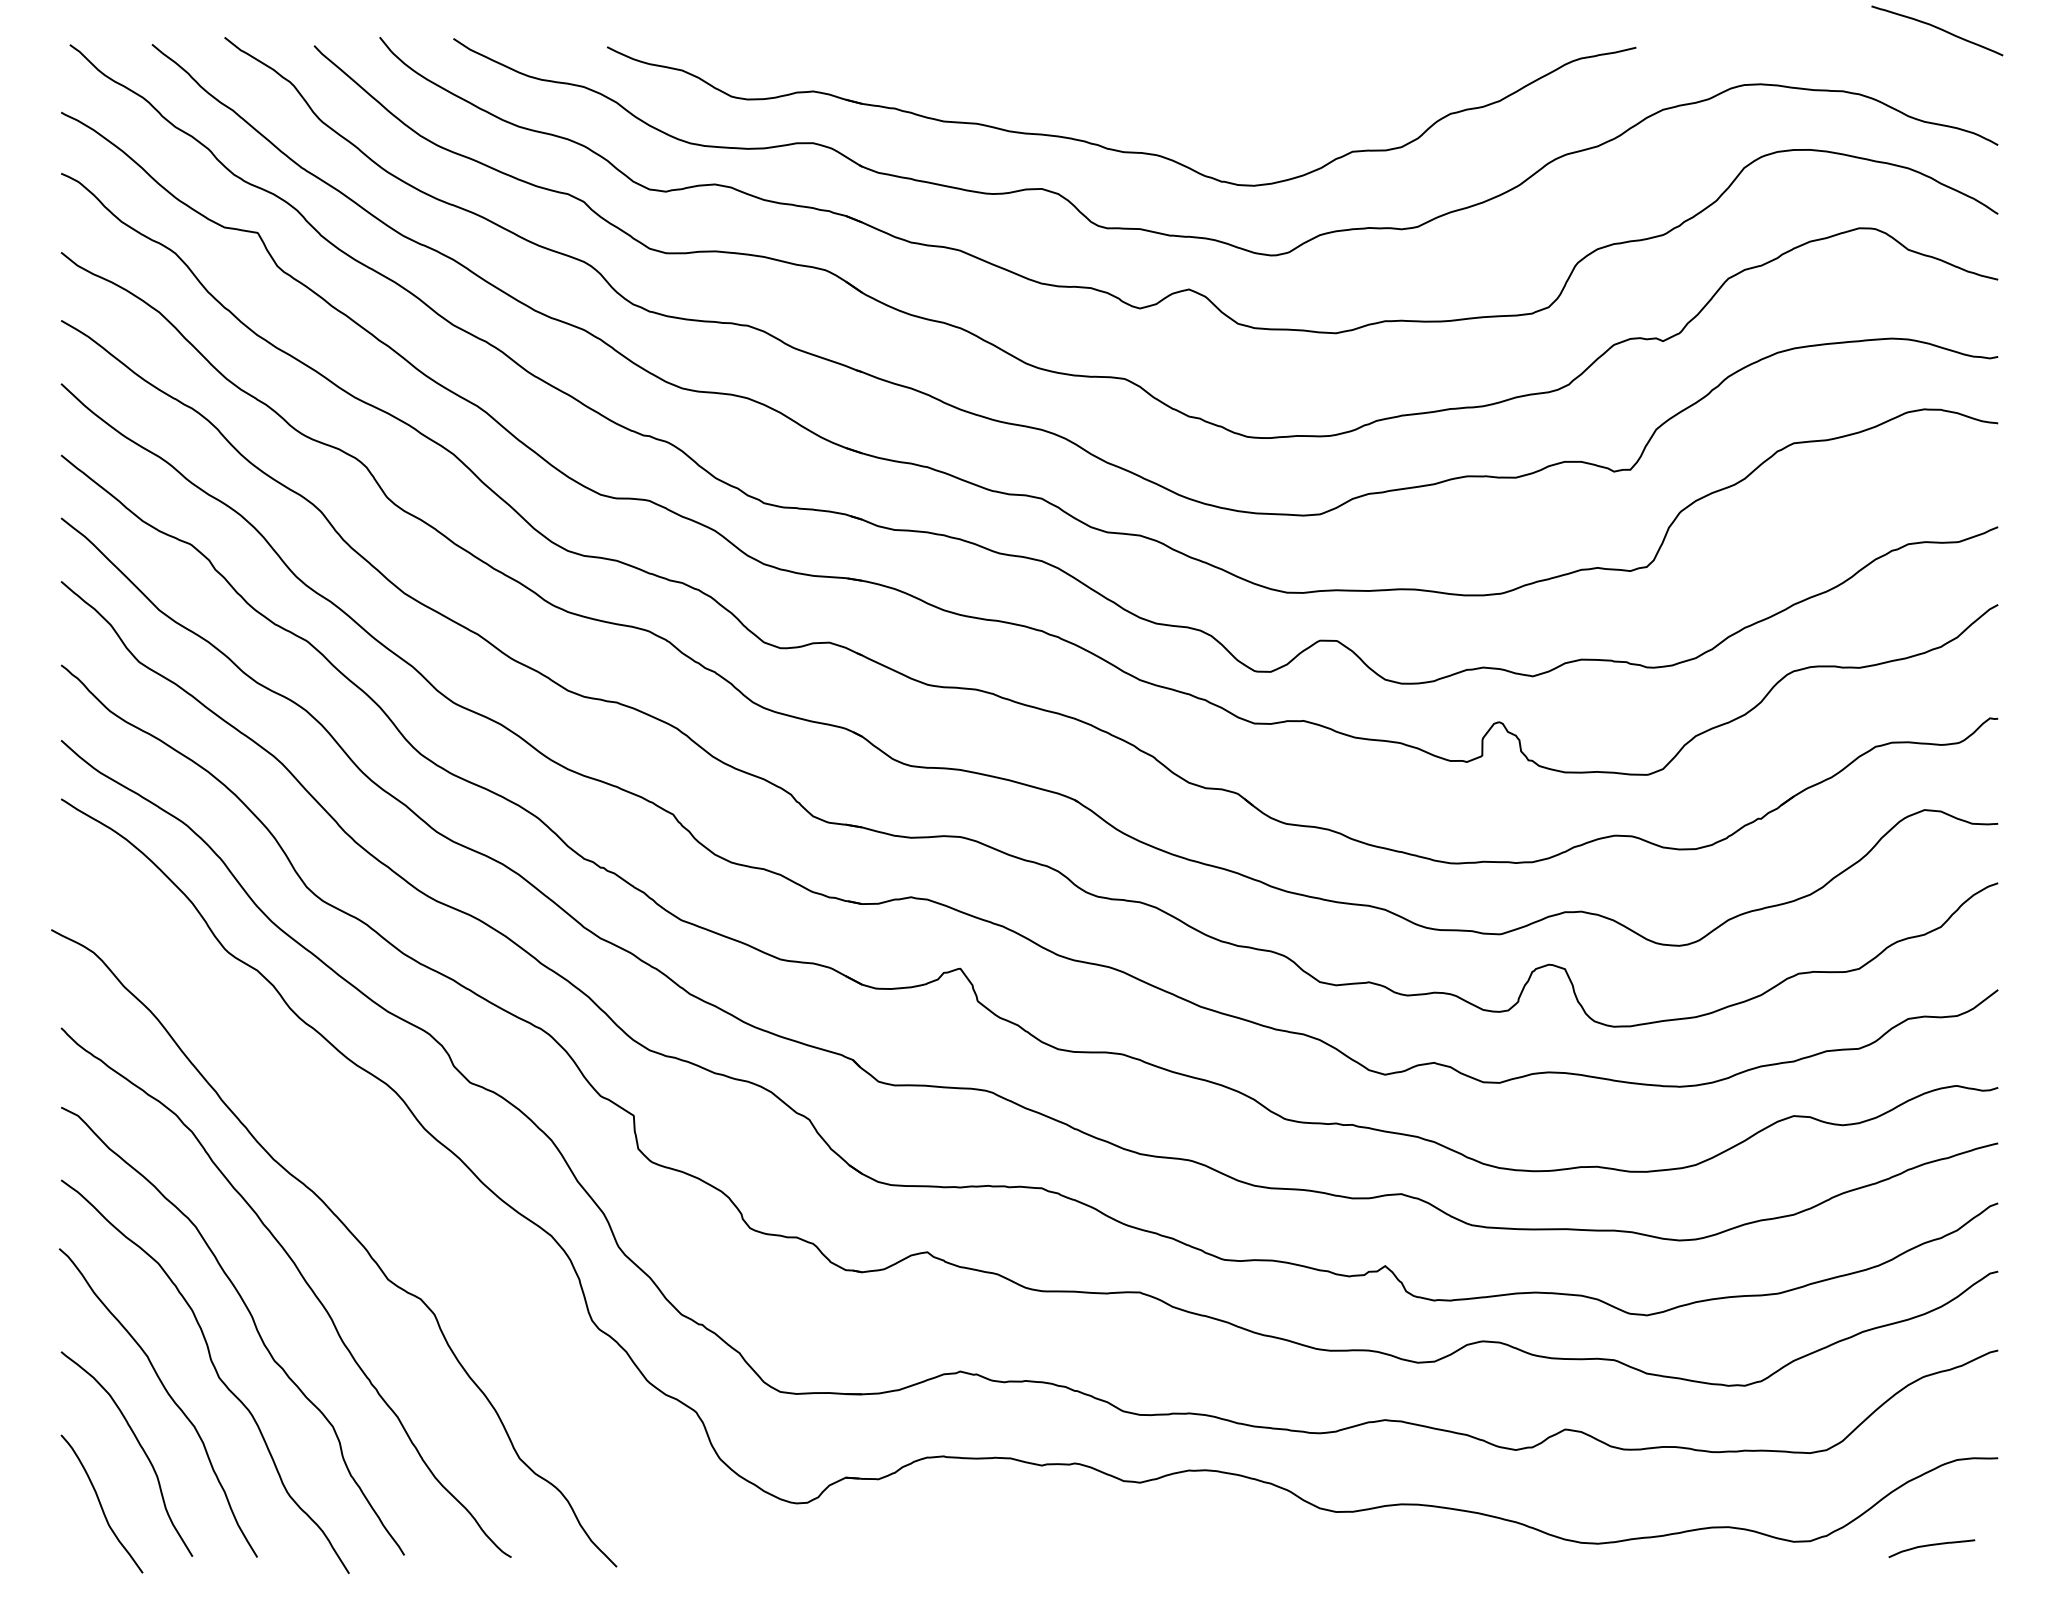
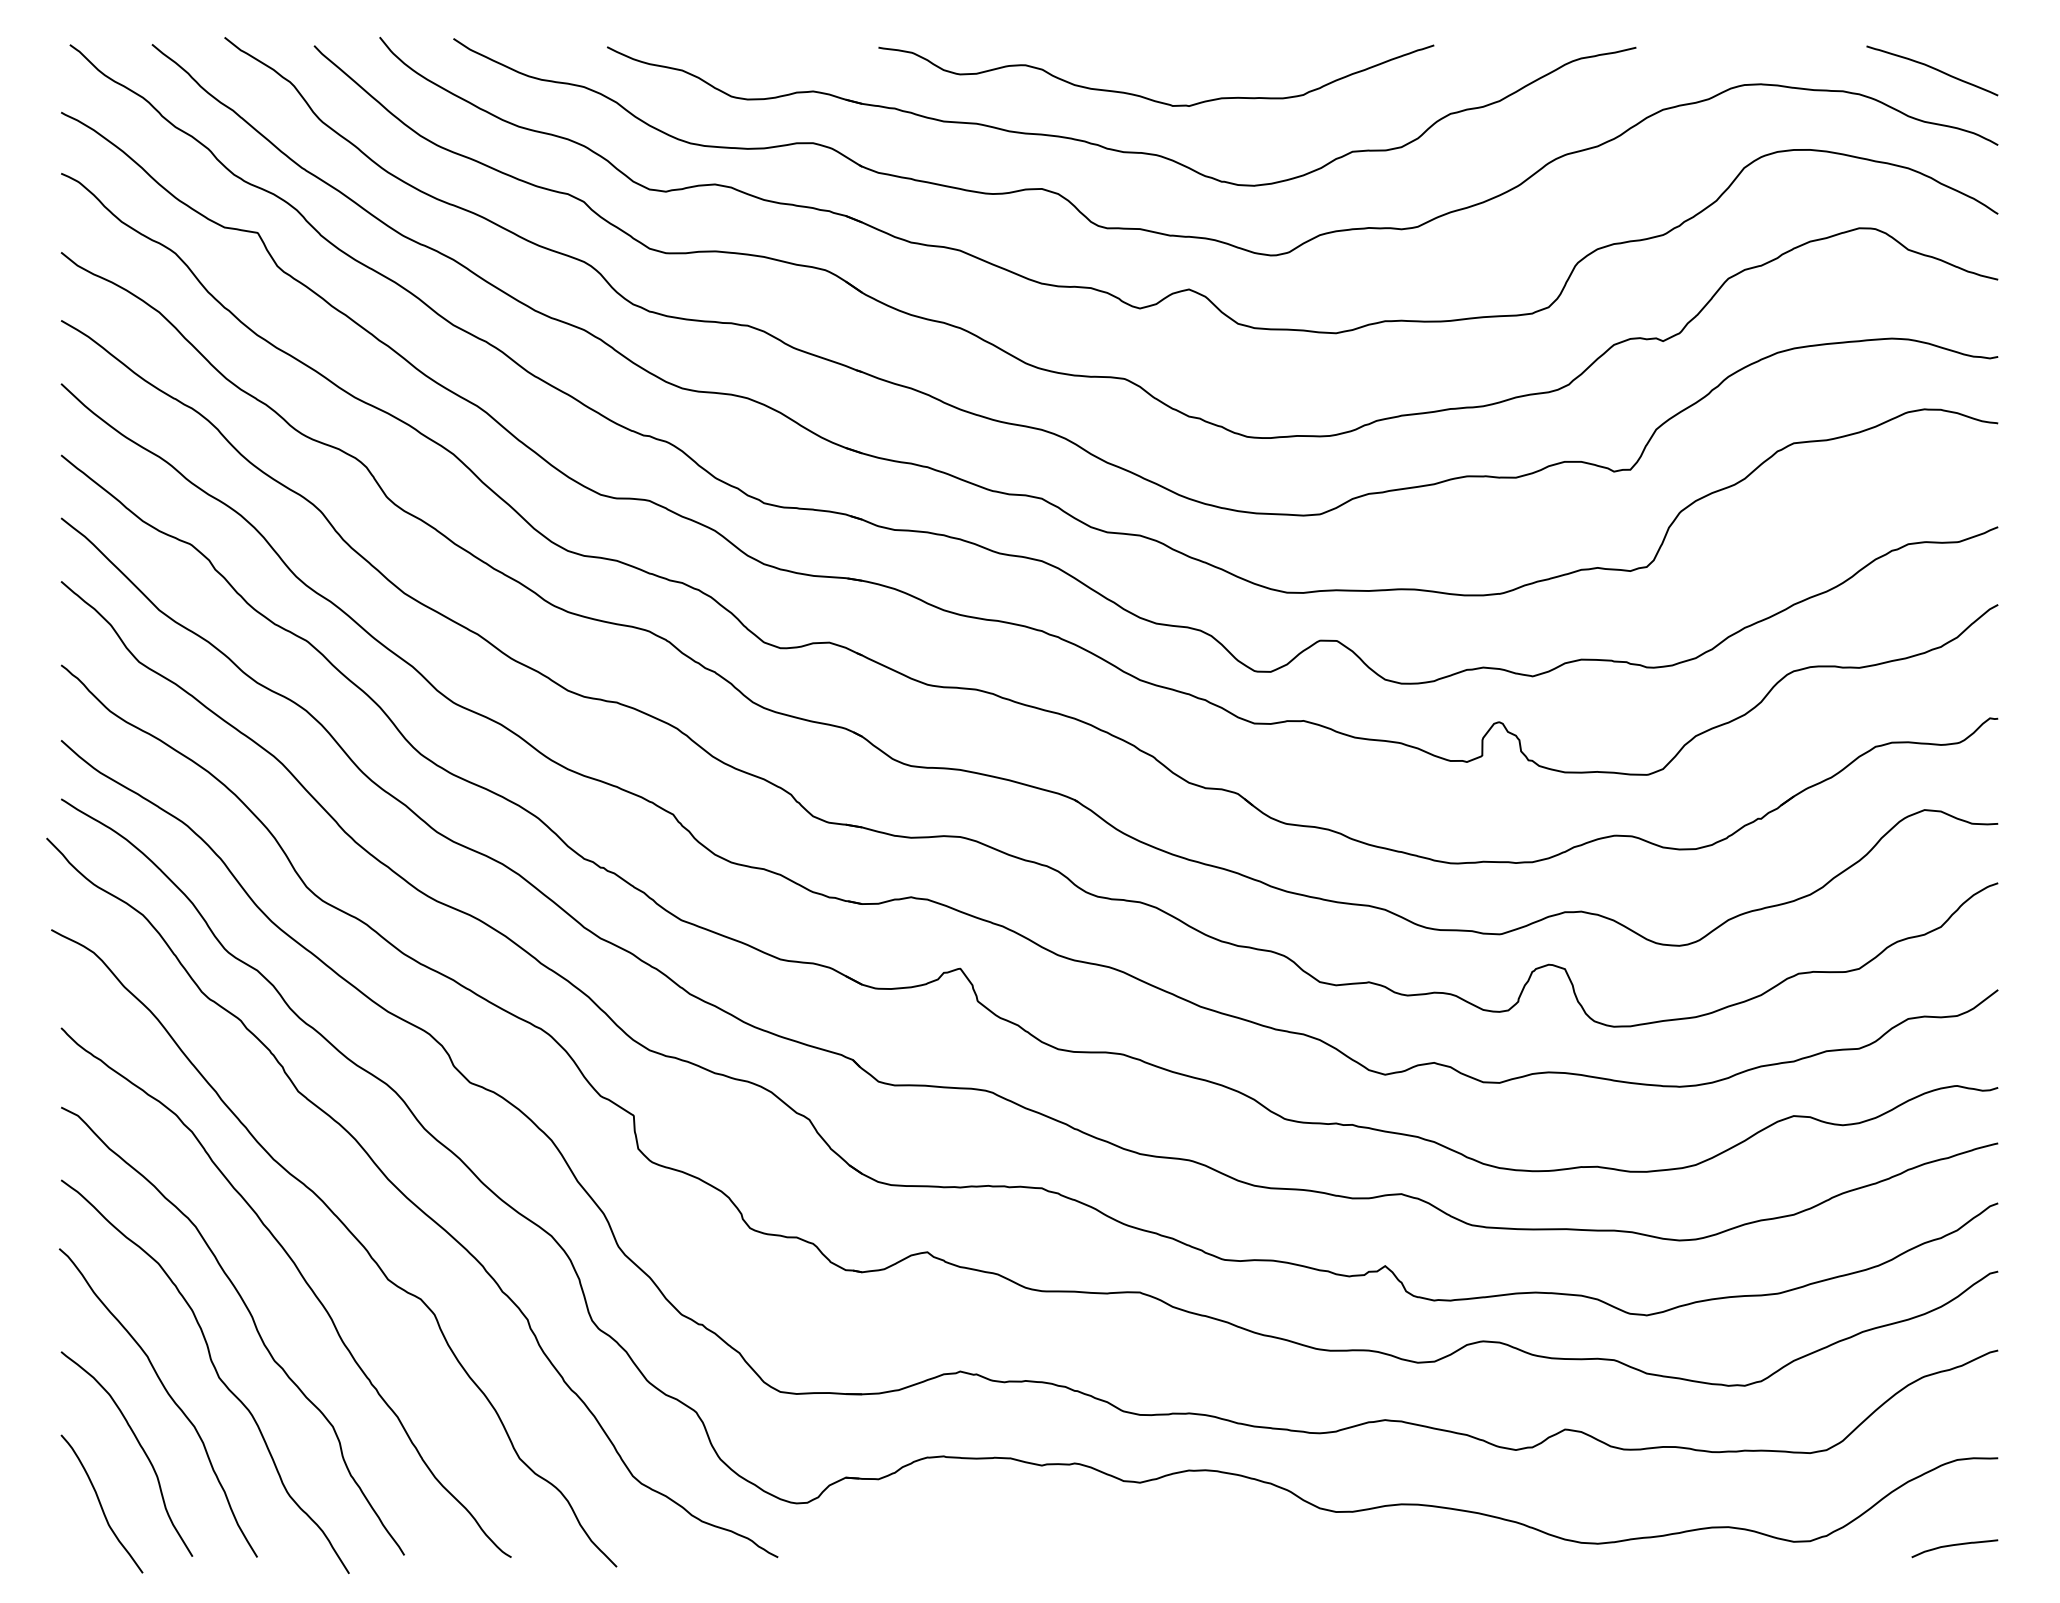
curve at (1938, 29) position: (1938, 29) -> (1933, 69)
curve at (1147, 97): none -> present
curve at (410, 1199): none -> present
curve at (1929, 1546) position: (1929, 1546) -> (1952, 1546)
